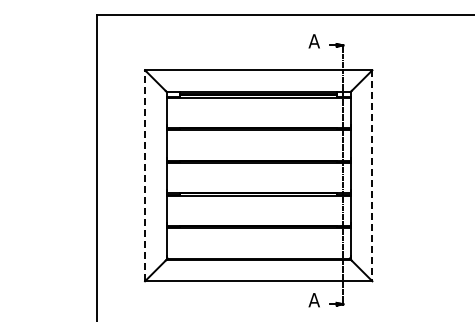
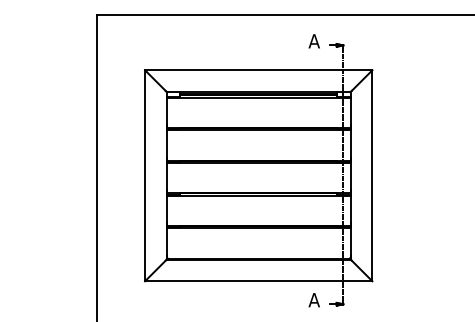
line at (145, 175): dashed -> solid
line at (372, 175): dashed -> solid
